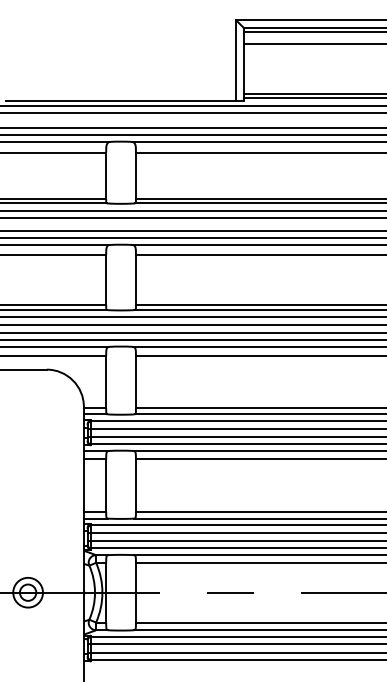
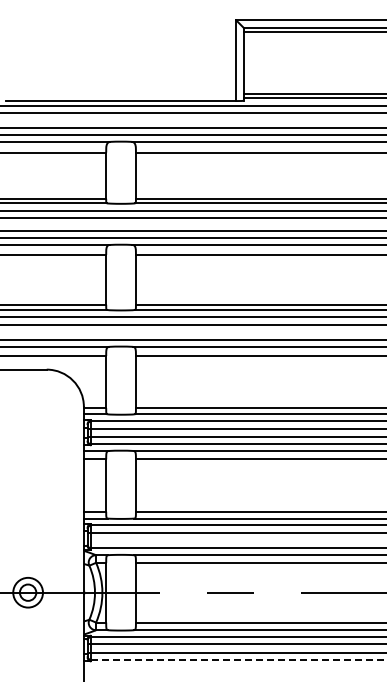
line at (313, 43): present -> none
line at (192, 332): present -> none
line at (235, 540): present -> none
line at (239, 659): solid -> dashed
